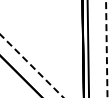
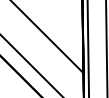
line at (47, 37): none -> present
line at (106, 48): dashed -> solid
line at (32, 66): dashed -> solid
